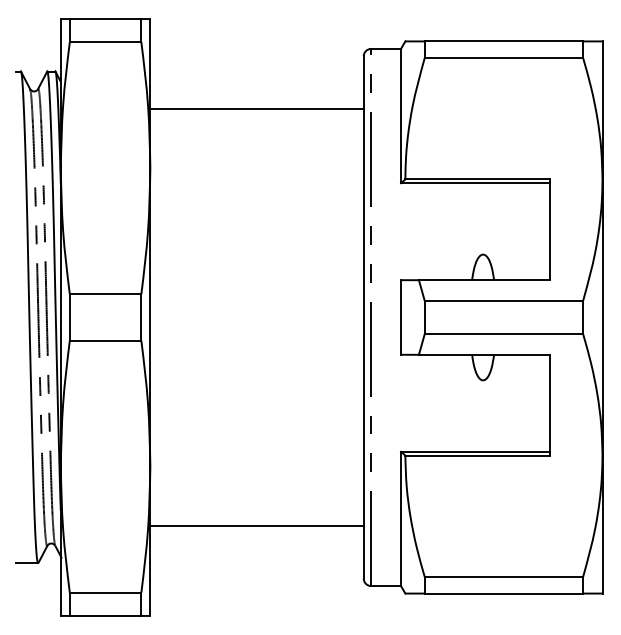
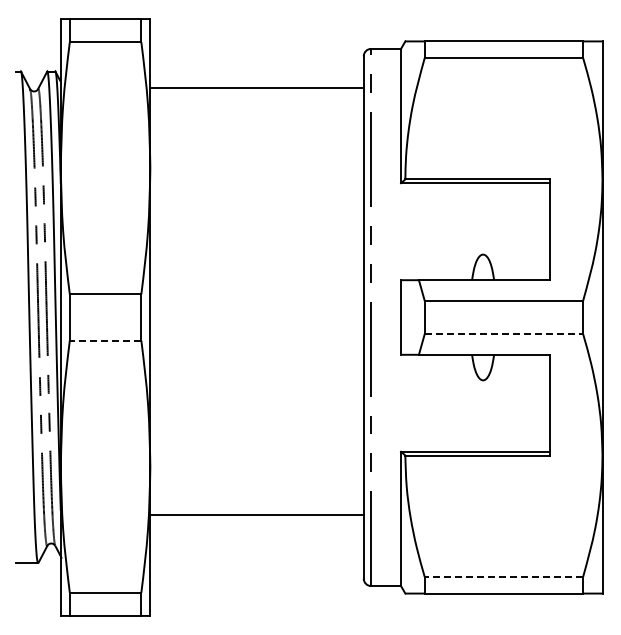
line at (256, 108) position: (256, 108) -> (256, 87)
line at (504, 334): solid -> dashed
line at (105, 340): solid -> dashed
line at (256, 526) position: (256, 526) -> (256, 515)
line at (503, 576): solid -> dashed
